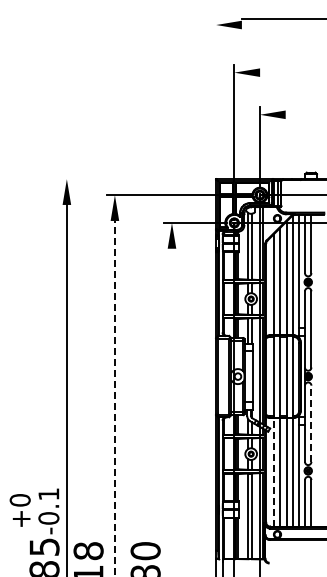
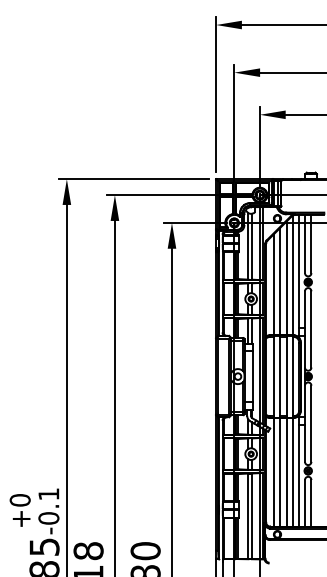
line at (282, 19) position: (282, 19) -> (282, 25)
line at (291, 72): none -> present
line at (216, 94): none -> present
line at (304, 114): none -> present
line at (134, 179): none -> present
line at (114, 398): dashed -> solid
line at (171, 410): none -> present
line at (311, 423): dashed -> solid
line at (273, 471): dashed -> solid
